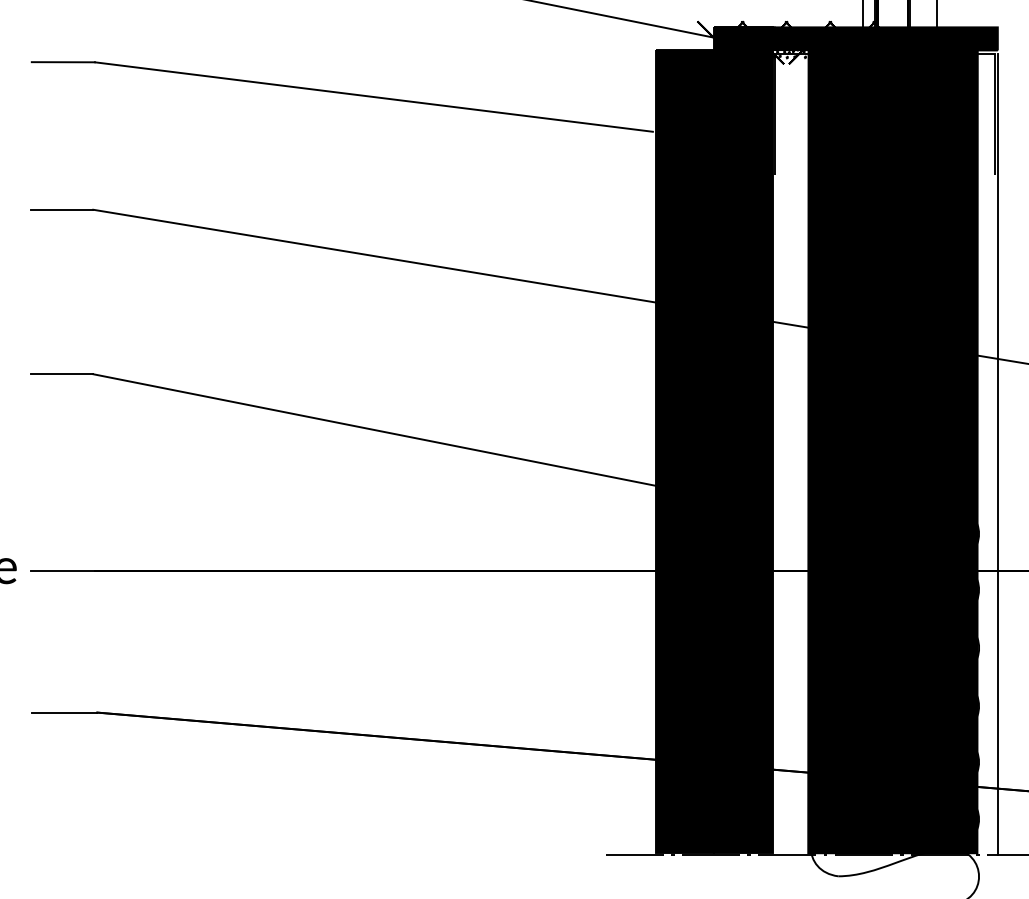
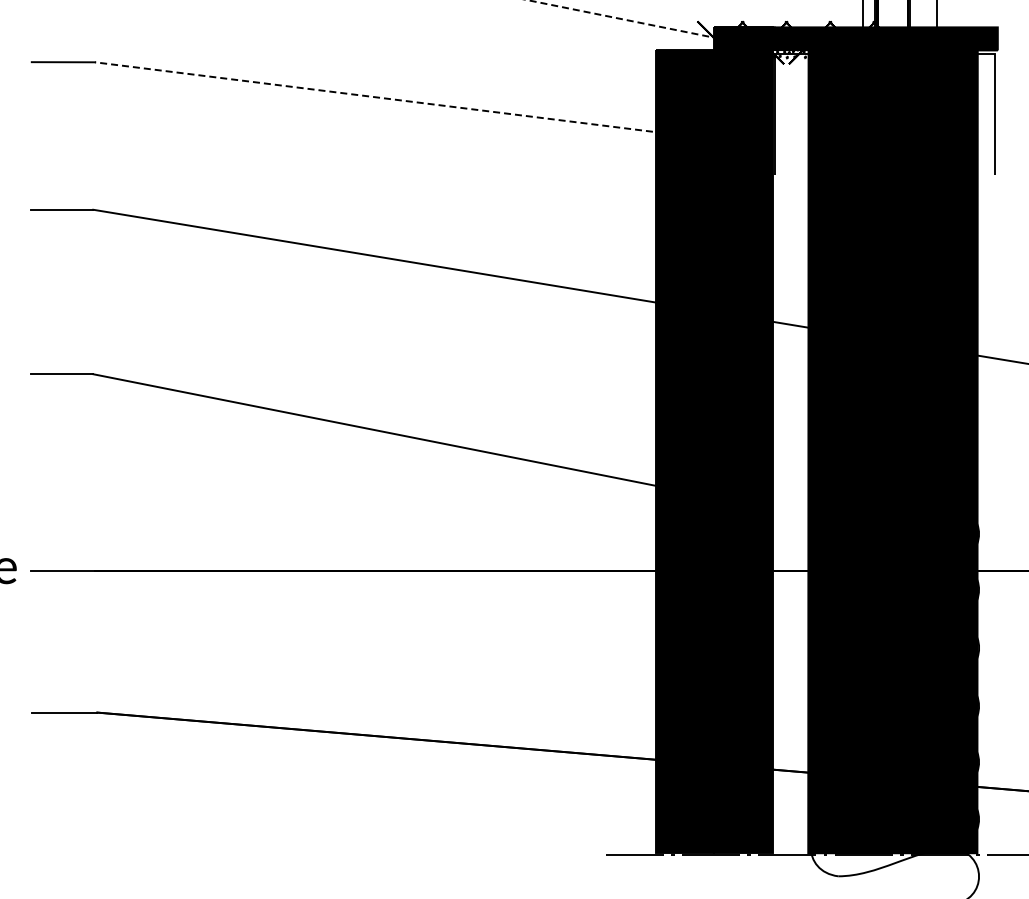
line at (628, 20): solid -> dashed
line at (373, 96): solid -> dashed
line at (997, 454): present -> none
